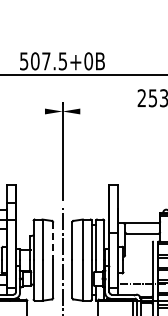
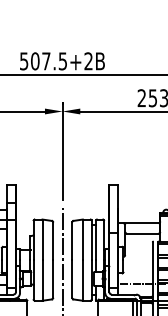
text at (88, 61): 507.5+0B -> 507.5+2B
line at (23, 111): none -> present
line at (122, 111): none -> present
line at (53, 241): dashed -> solid
